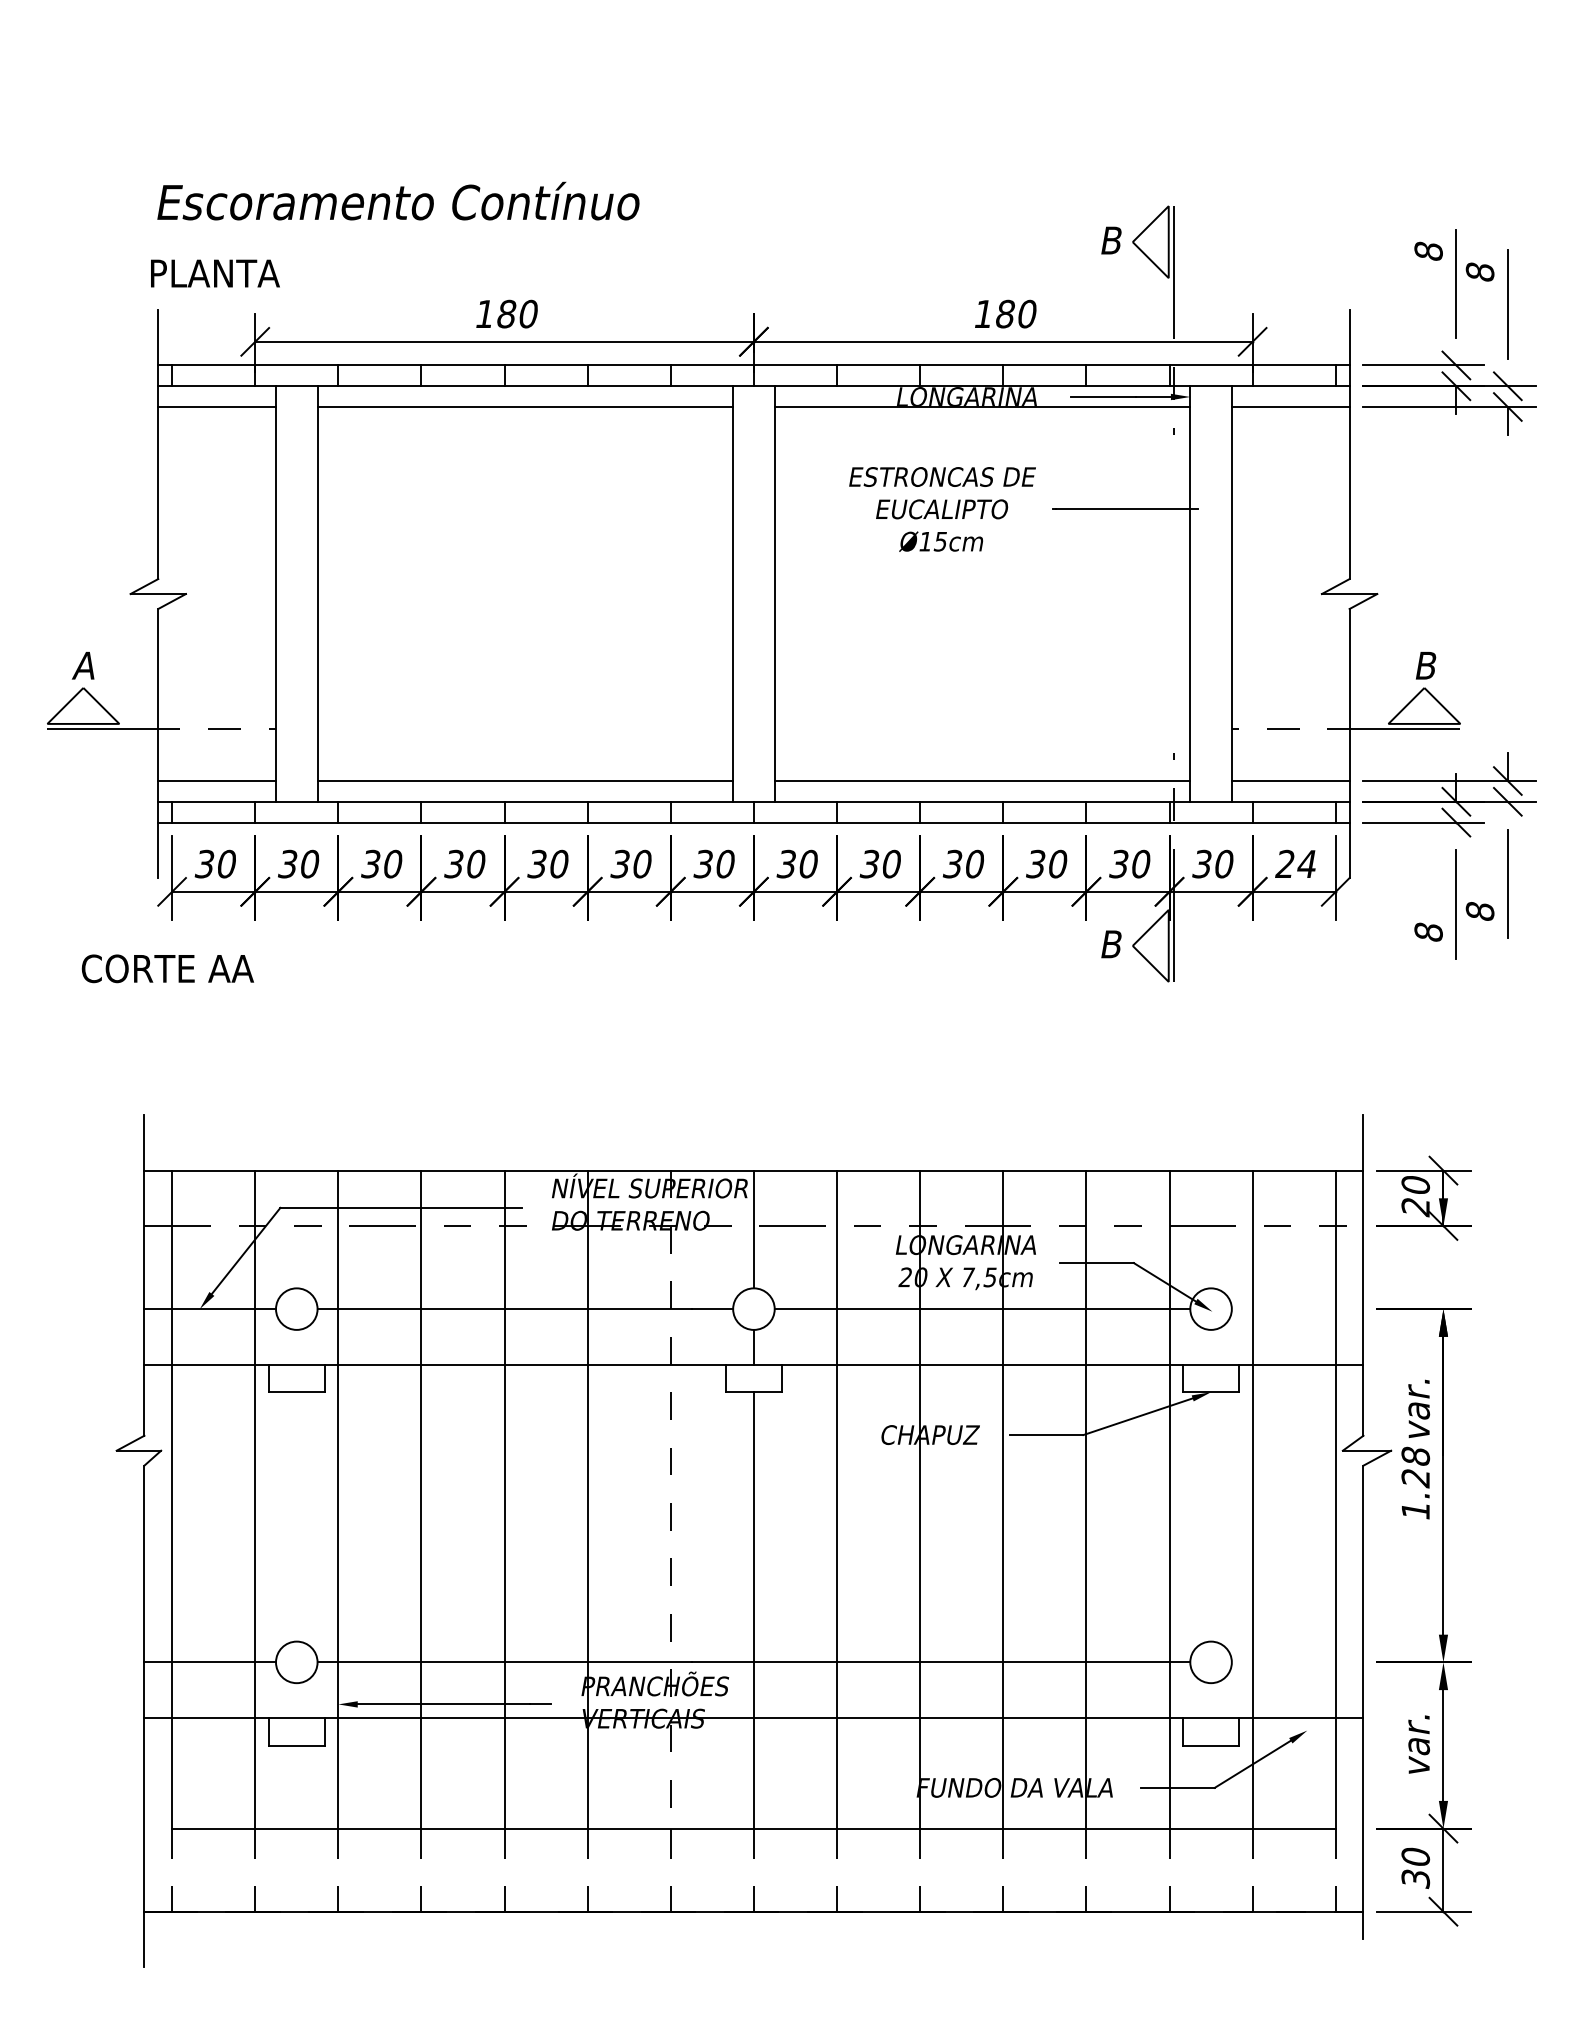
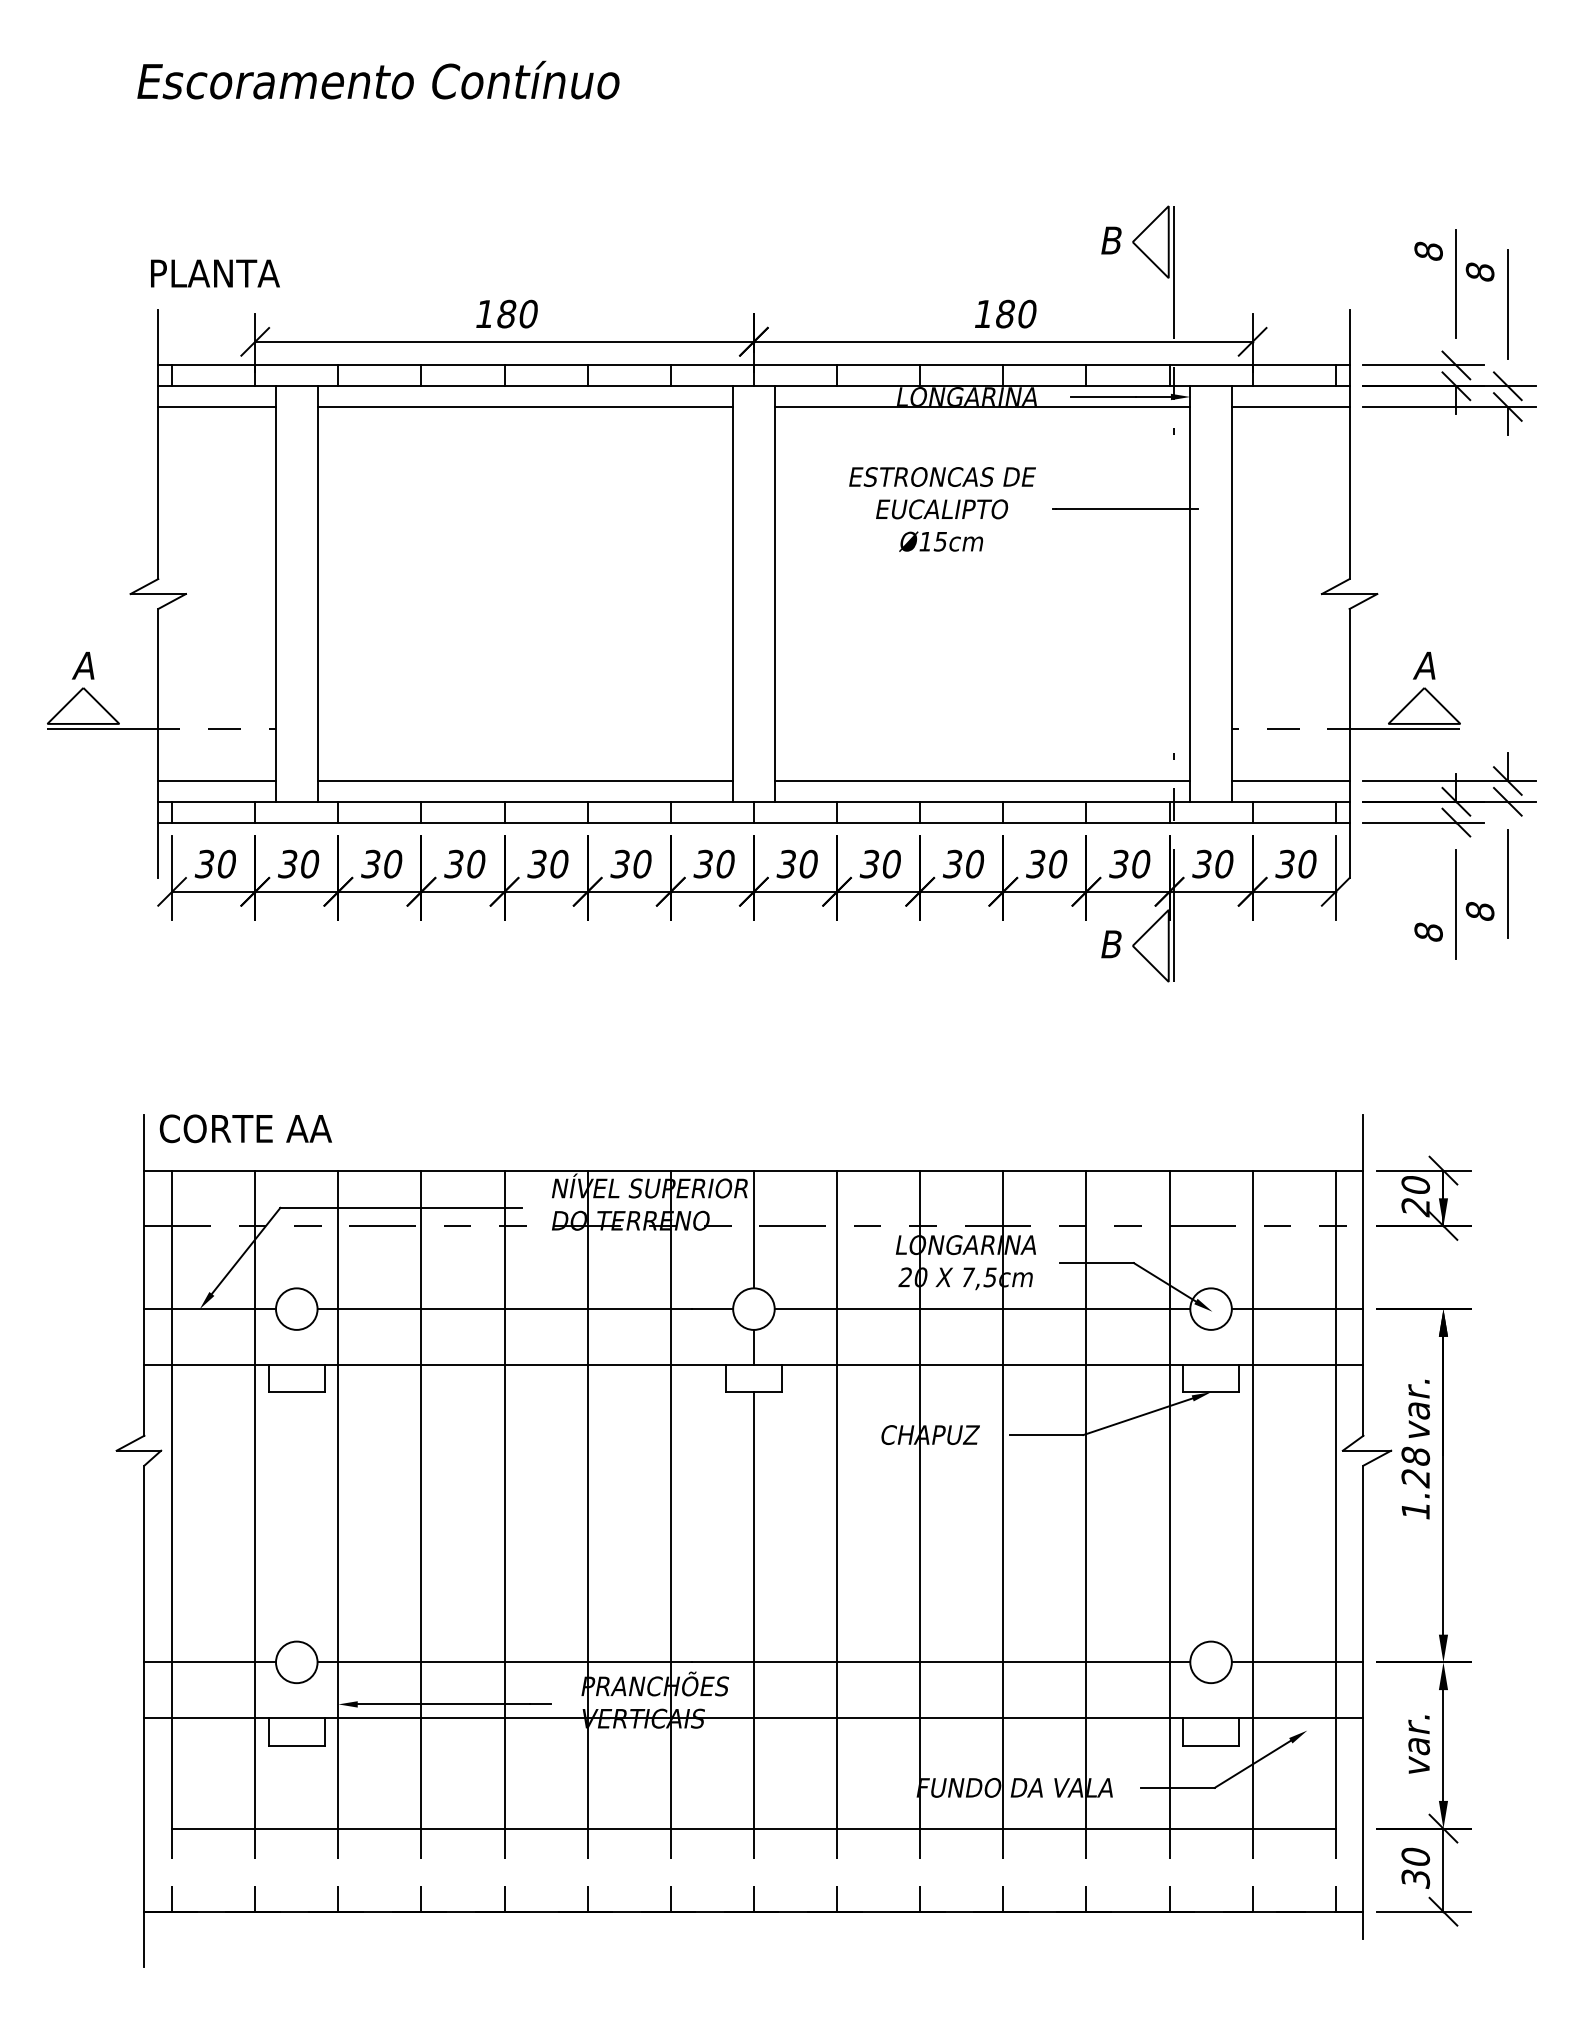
text at (398, 200) position: (398, 200) -> (378, 79)
text at (1424, 665): B -> A
text at (1295, 863): 24 -> 30
text at (167, 968) position: (167, 968) -> (245, 1128)
line at (1297, 1309): none -> present
line at (670, 1500): dashed -> solid
line at (1297, 1662): none -> present
